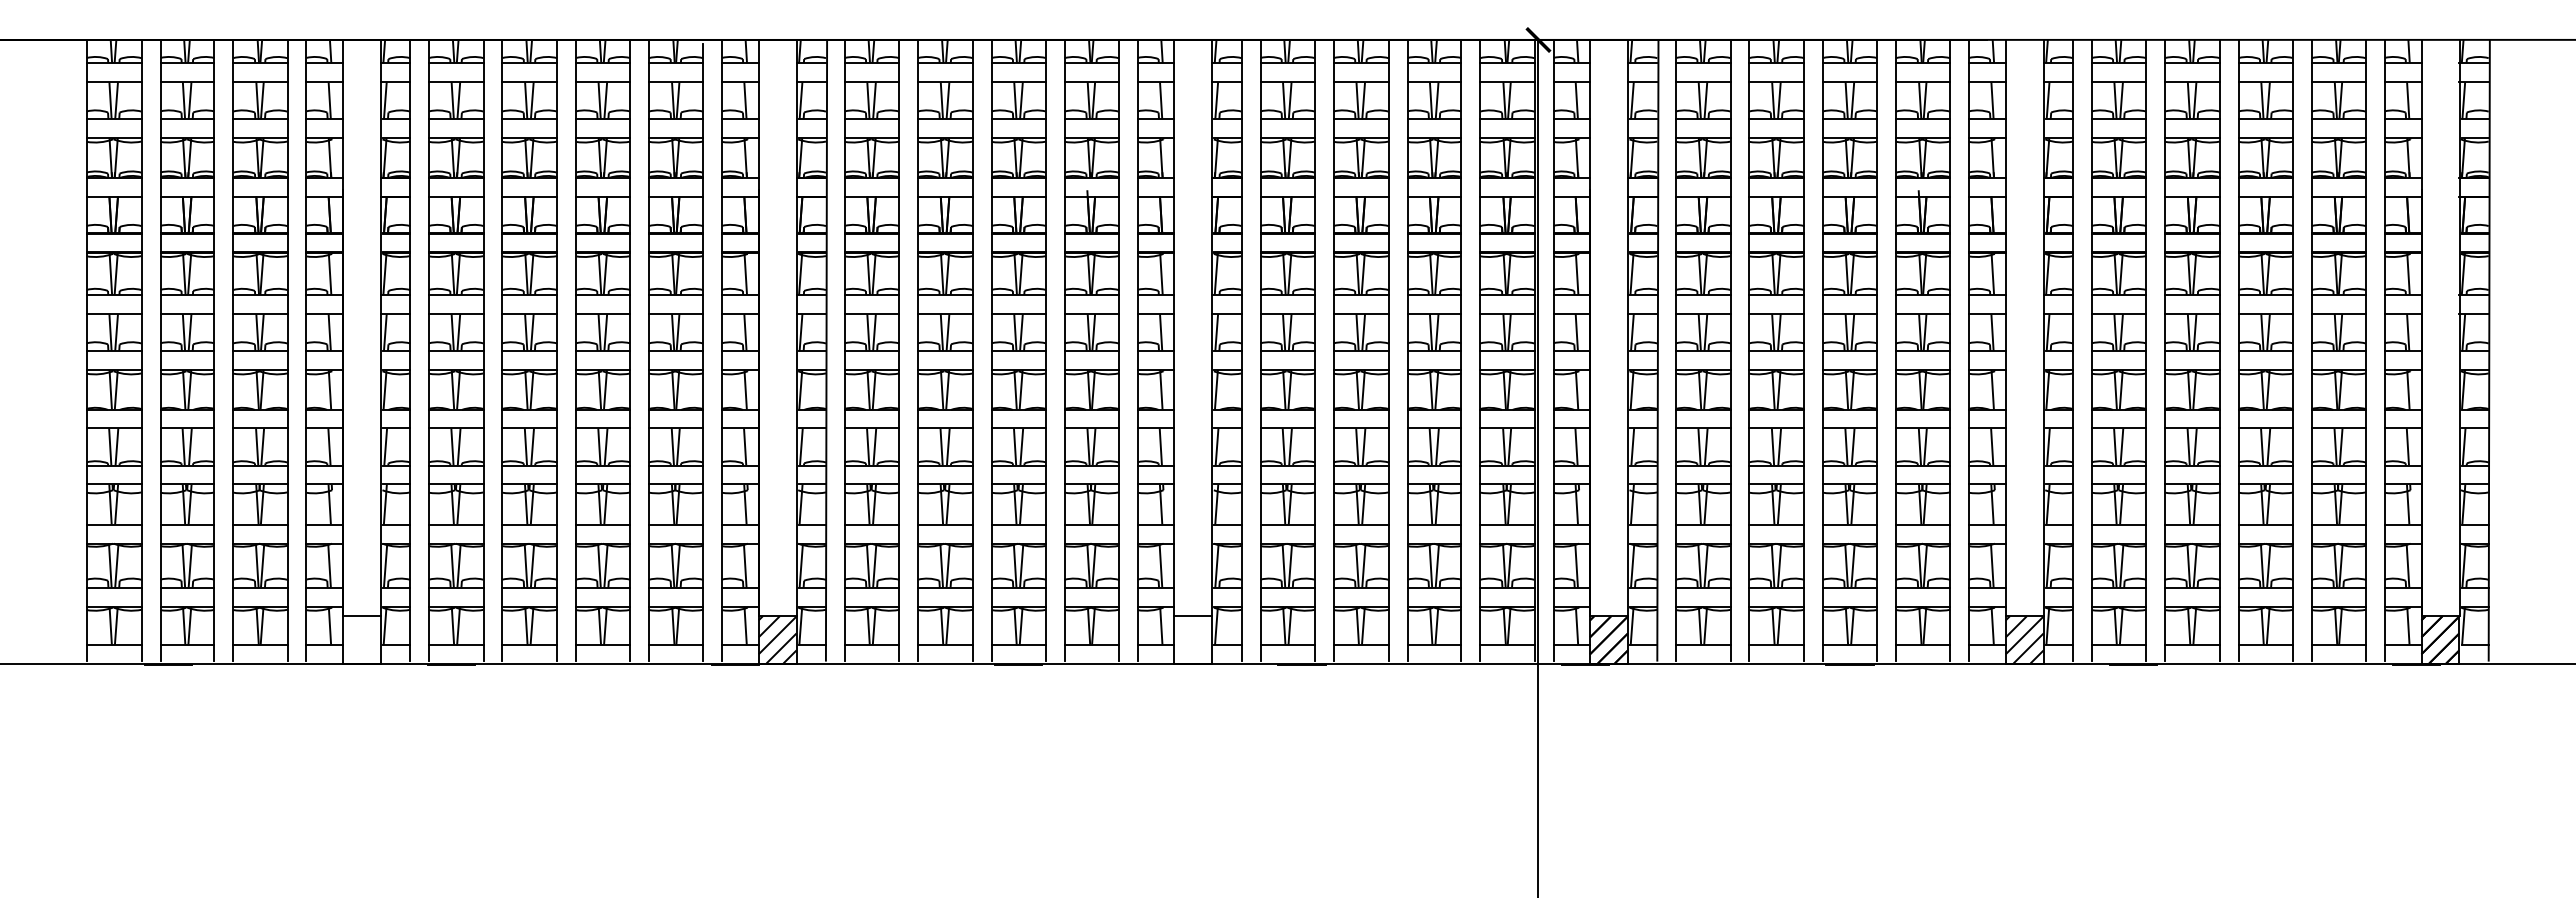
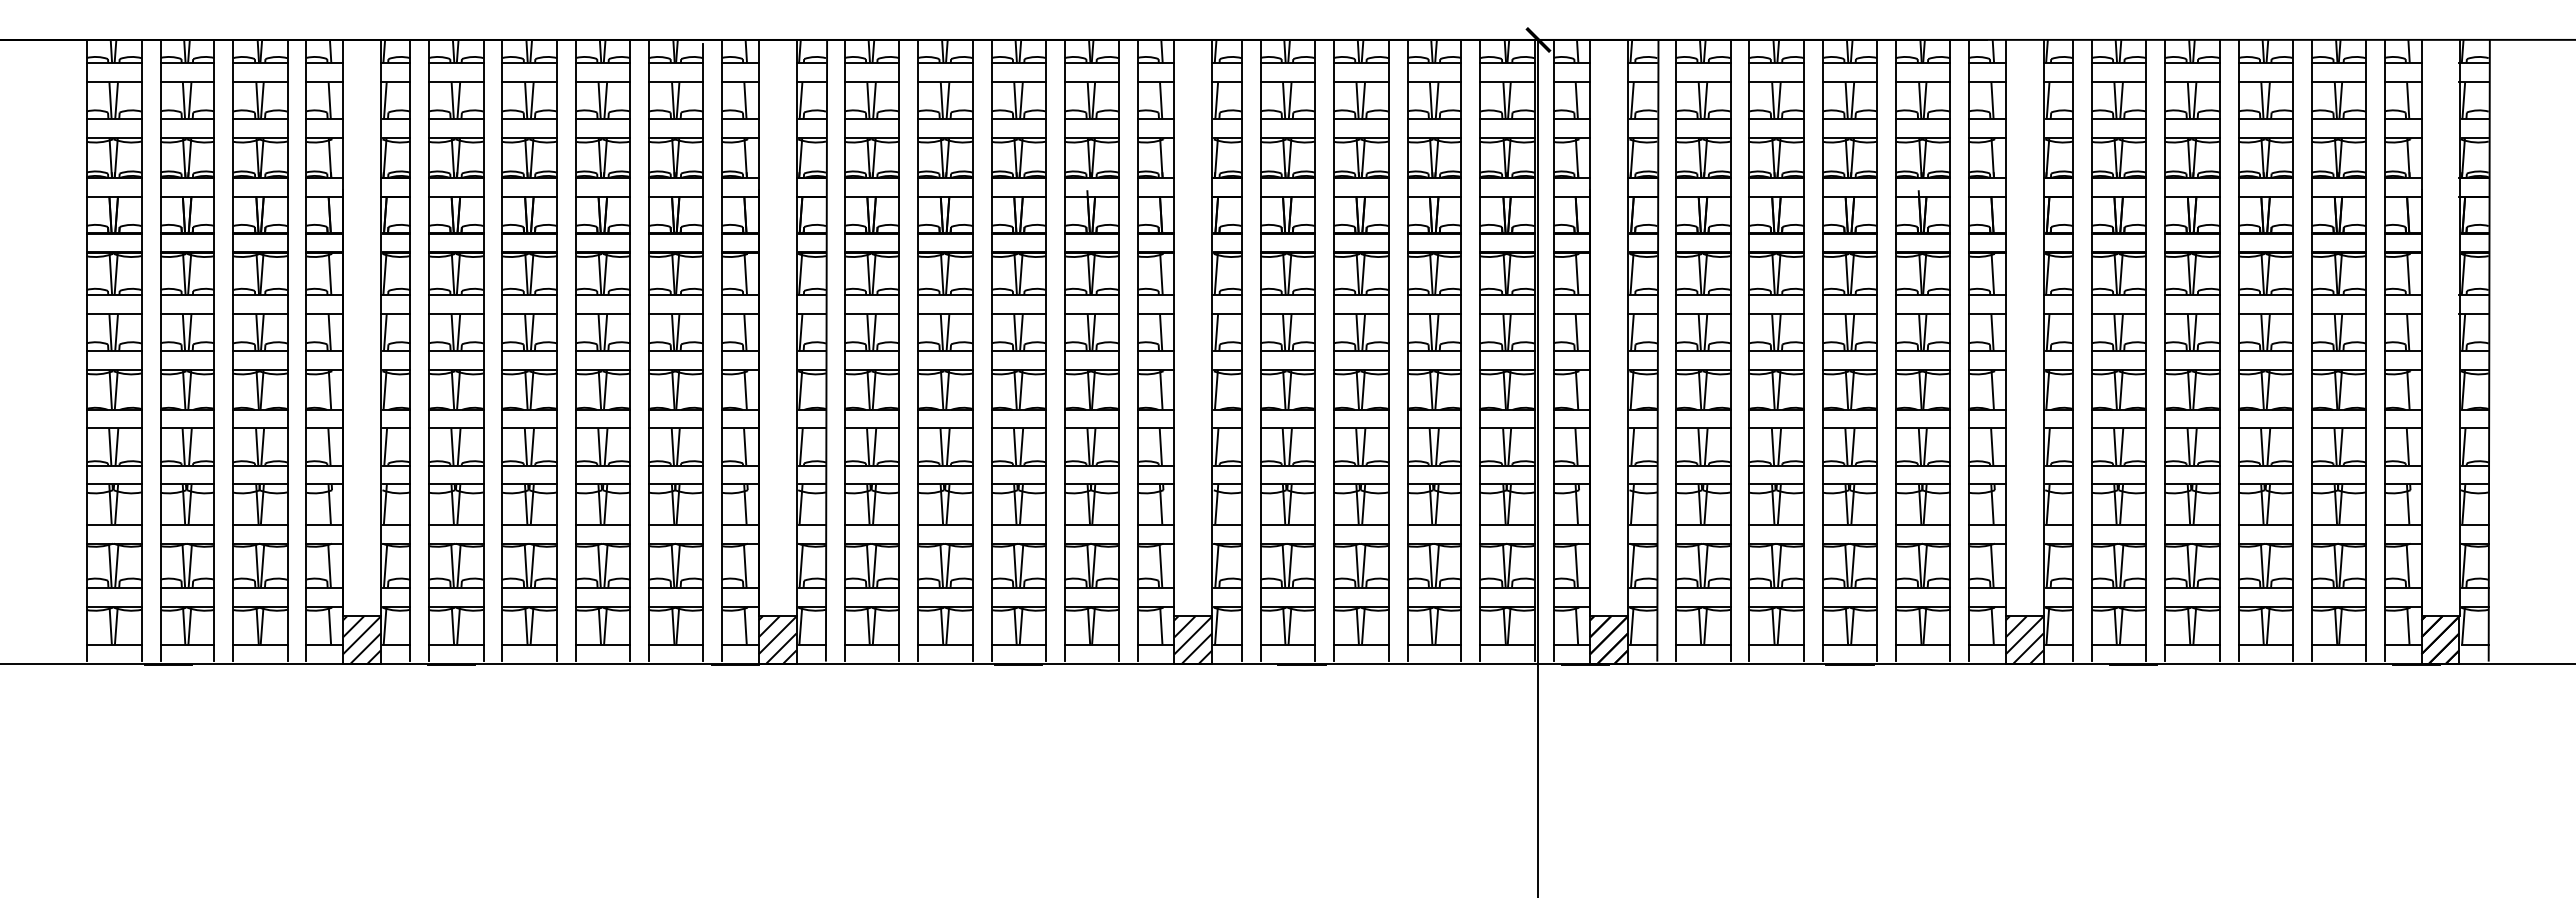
hatch at (361, 639): none -> present
hatch at (1193, 639): none -> present
